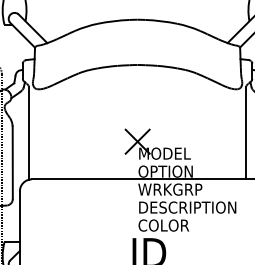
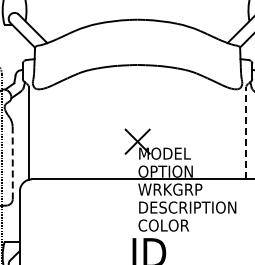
line at (246, 132): solid -> dashed
line at (12, 163): solid -> dashed
